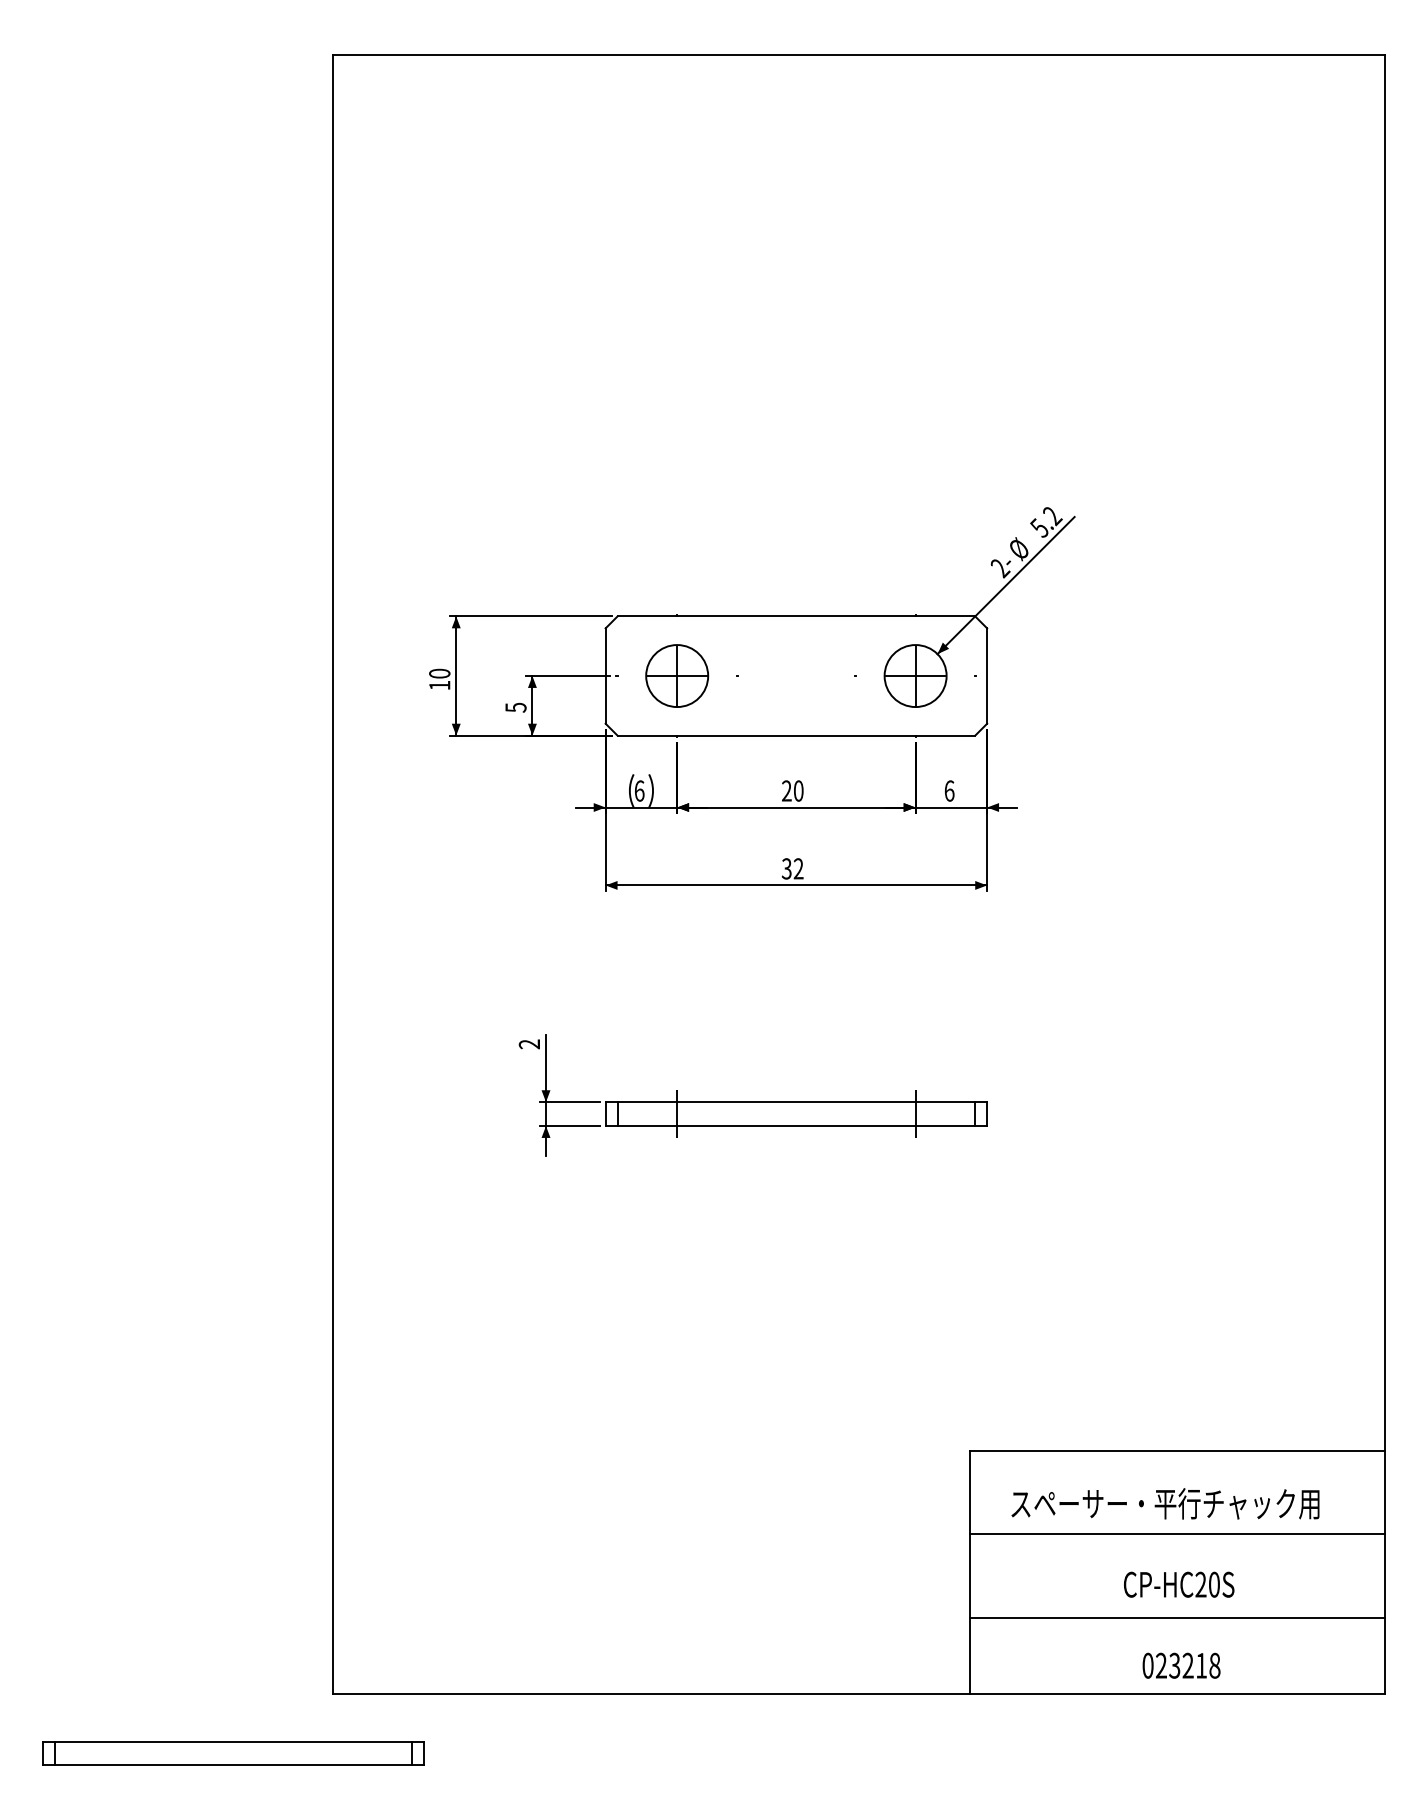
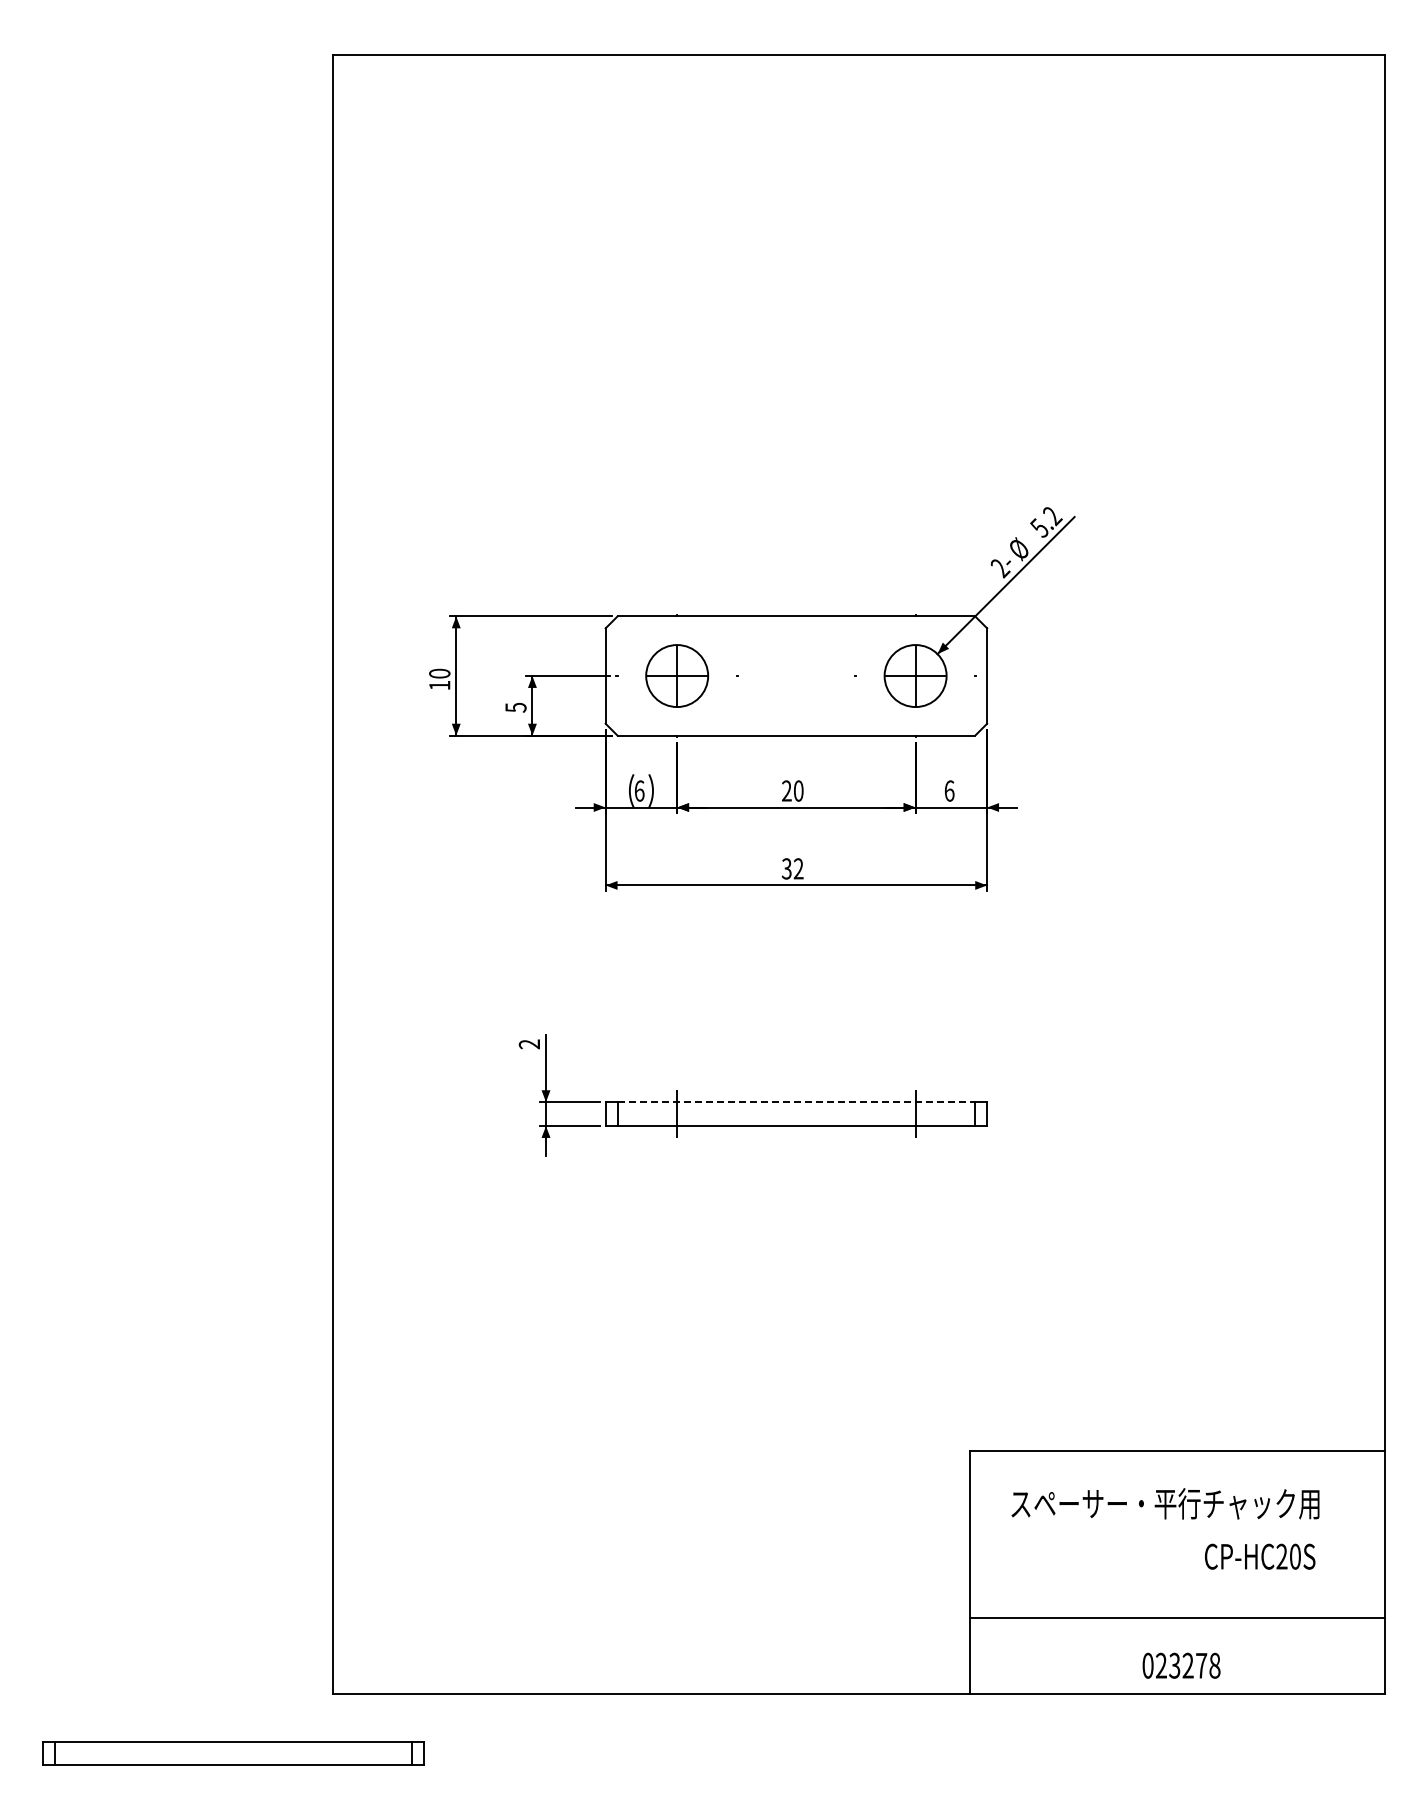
line at (796, 1102): solid -> dashed
line at (1177, 1534): present -> none
text at (1179, 1584) position: (1179, 1584) -> (1260, 1556)
text at (1201, 1665): 023218 -> 023278
